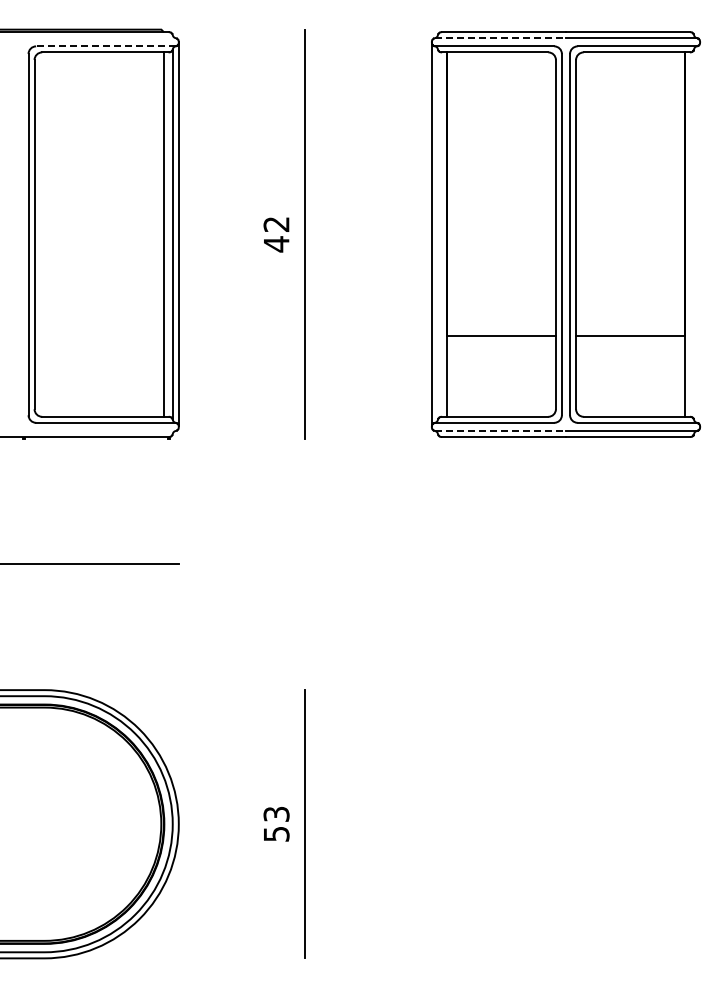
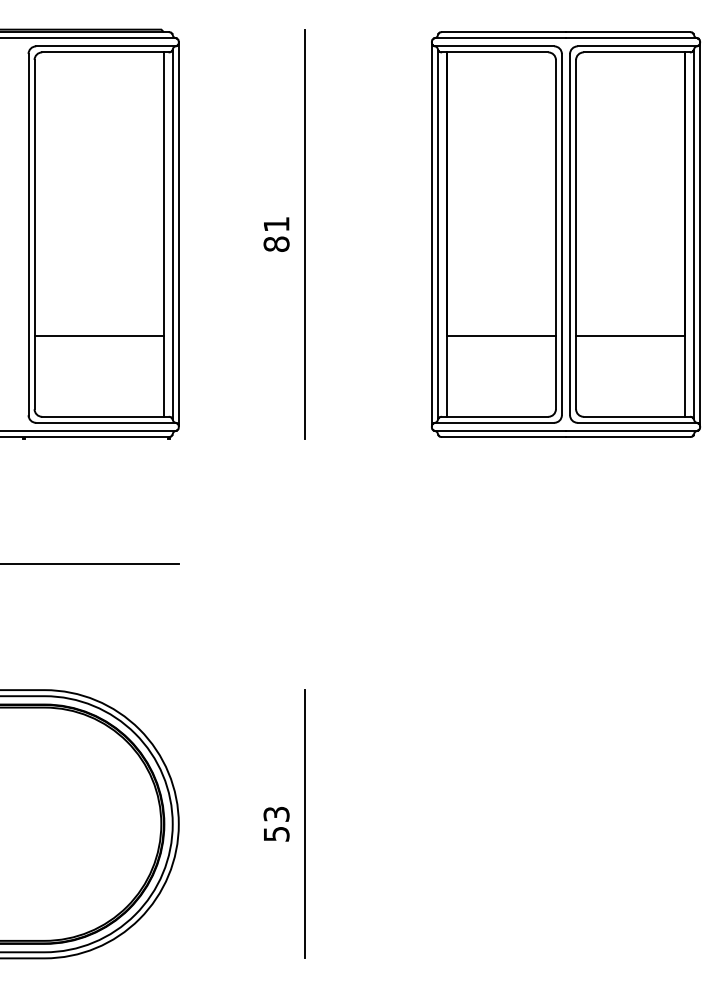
line at (88, 38): none -> present
line at (500, 38): dashed -> solid
line at (105, 46): dashed -> solid
text at (276, 234): 42 -> 81
line at (438, 234): none -> present
line at (694, 234): none -> present
line at (700, 234): none -> present
line at (98, 335): none -> present
line at (88, 431): none -> present
line at (500, 431): dashed -> solid
